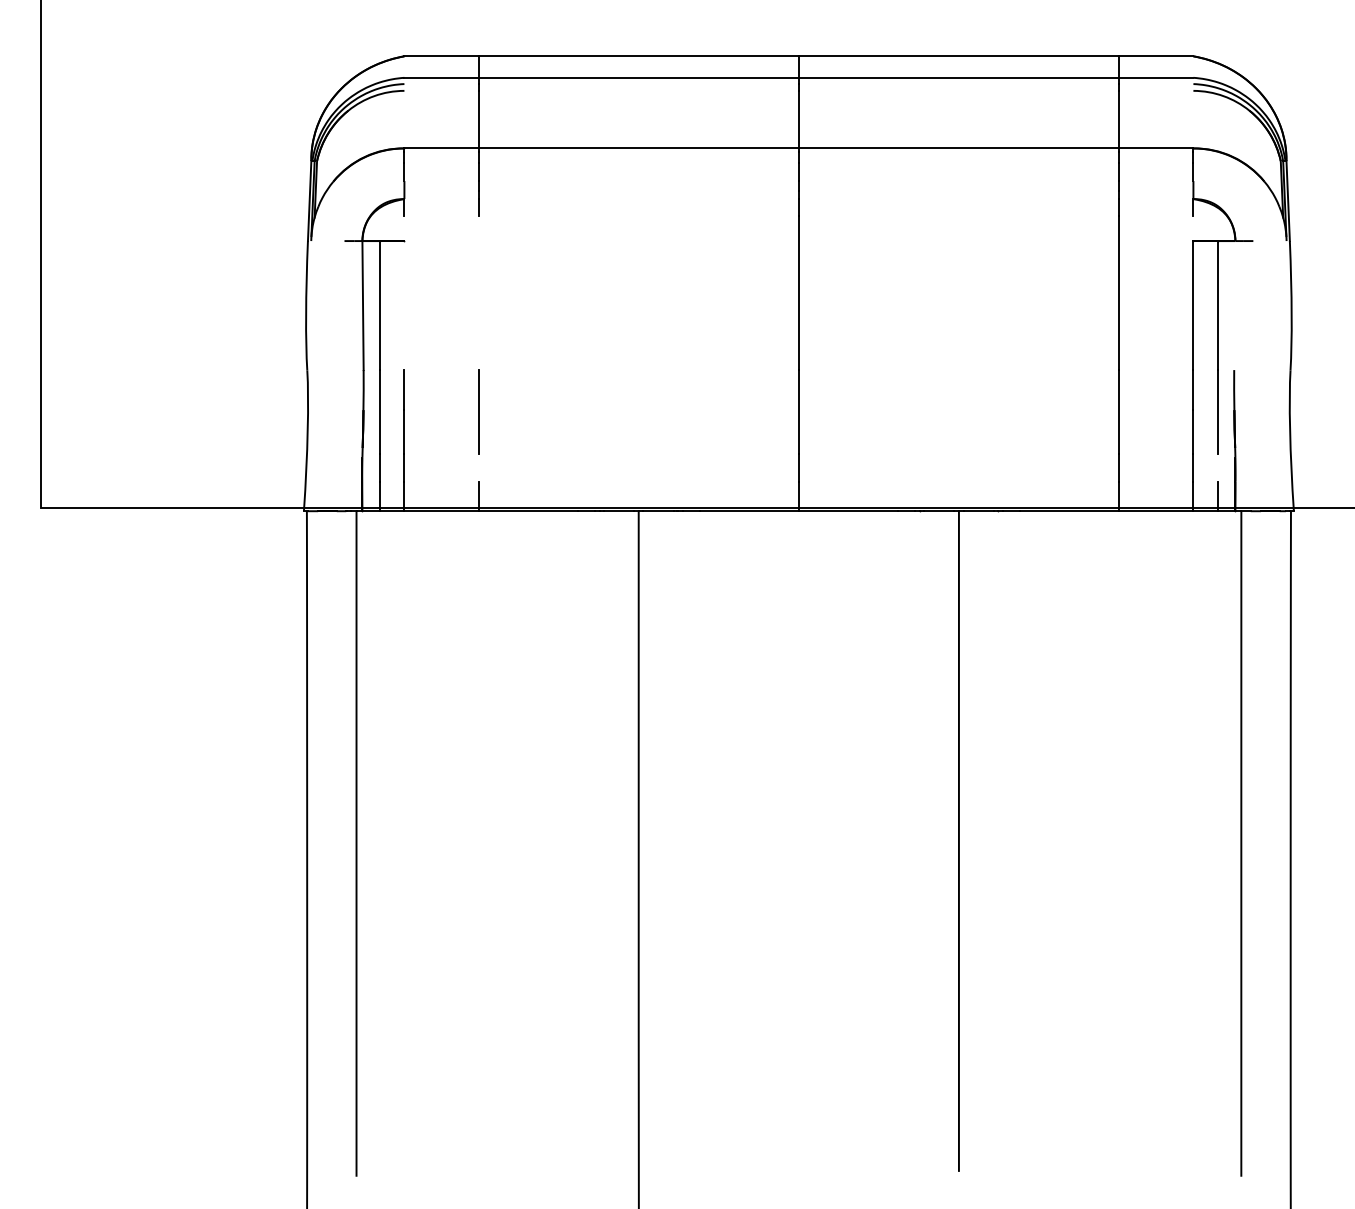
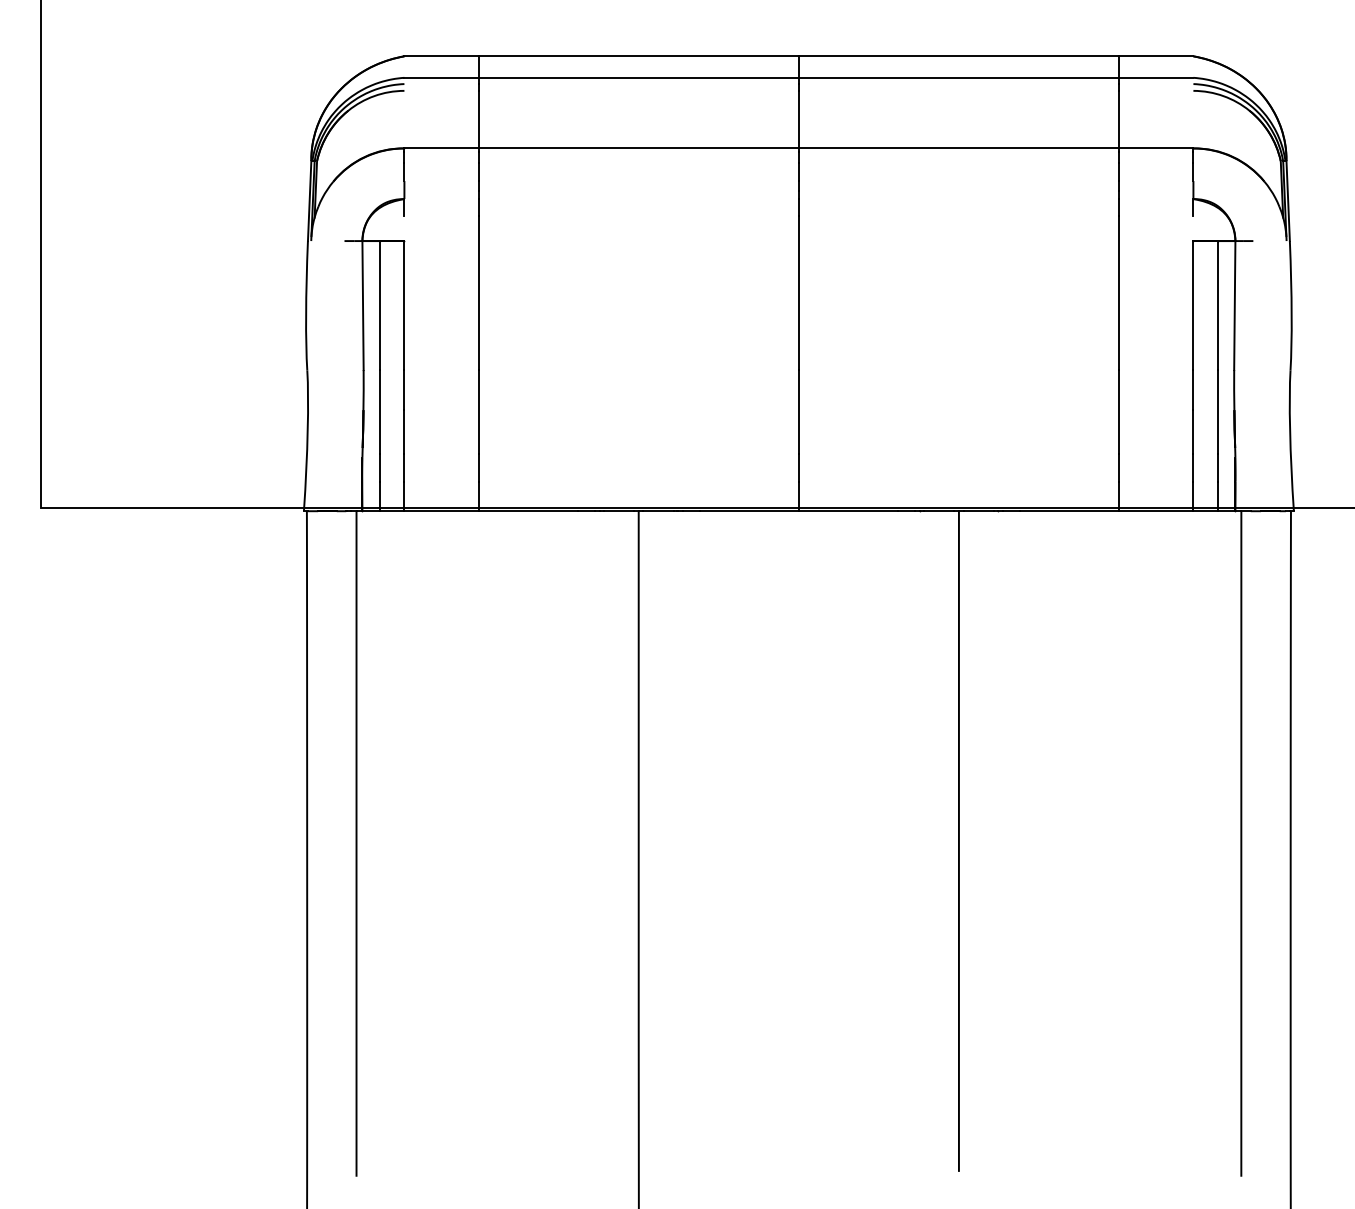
line at (478, 293): none -> present
line at (404, 305): none -> present
line at (1234, 305): none -> present
line at (478, 468): none -> present
line at (1218, 468): none -> present
